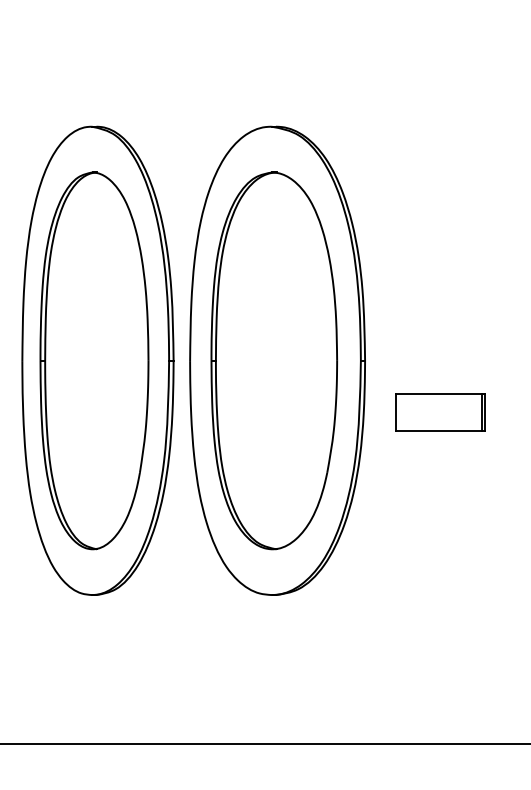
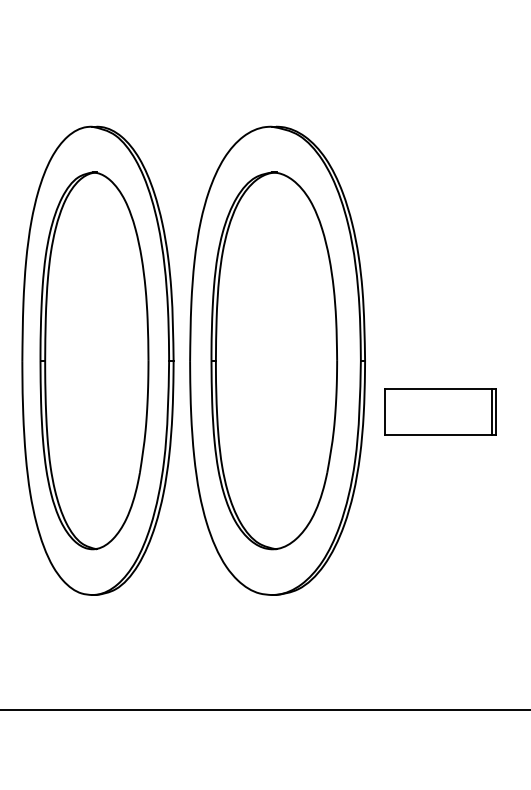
part at (440, 412) size: 91x39 px -> 113x48 px
line at (264, 743) position: (264, 743) -> (264, 709)
